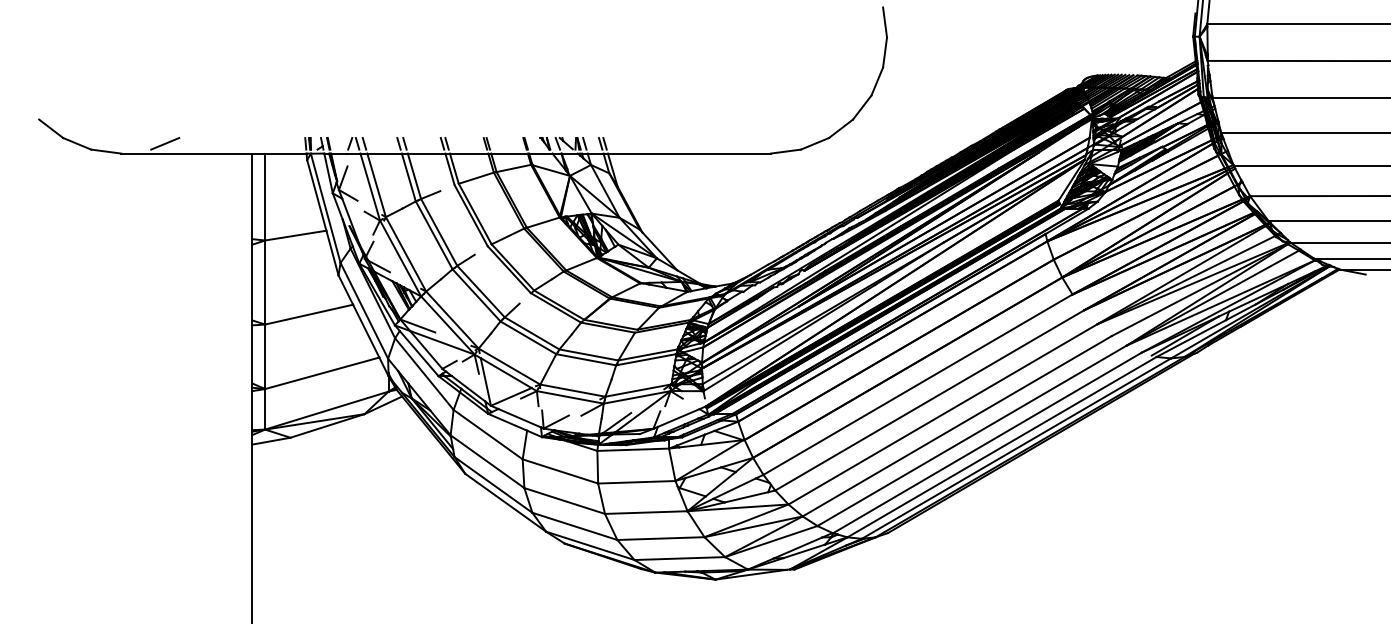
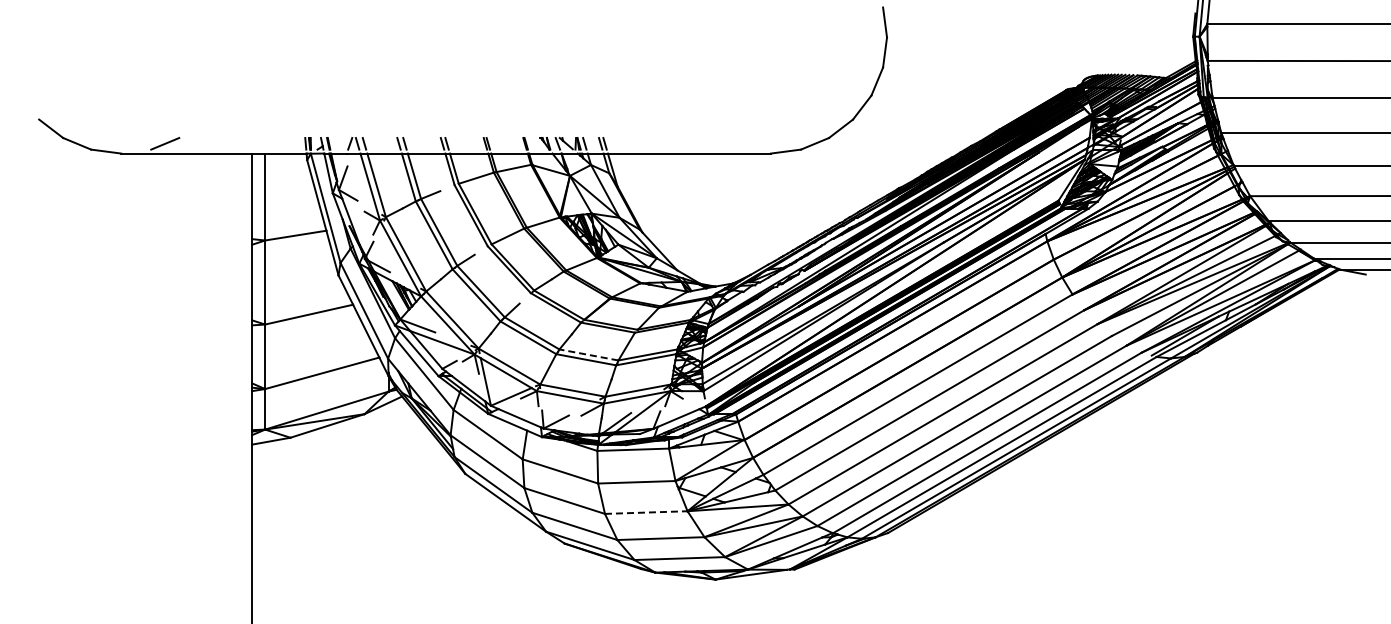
line at (588, 354): solid -> dashed
line at (646, 512): solid -> dashed
